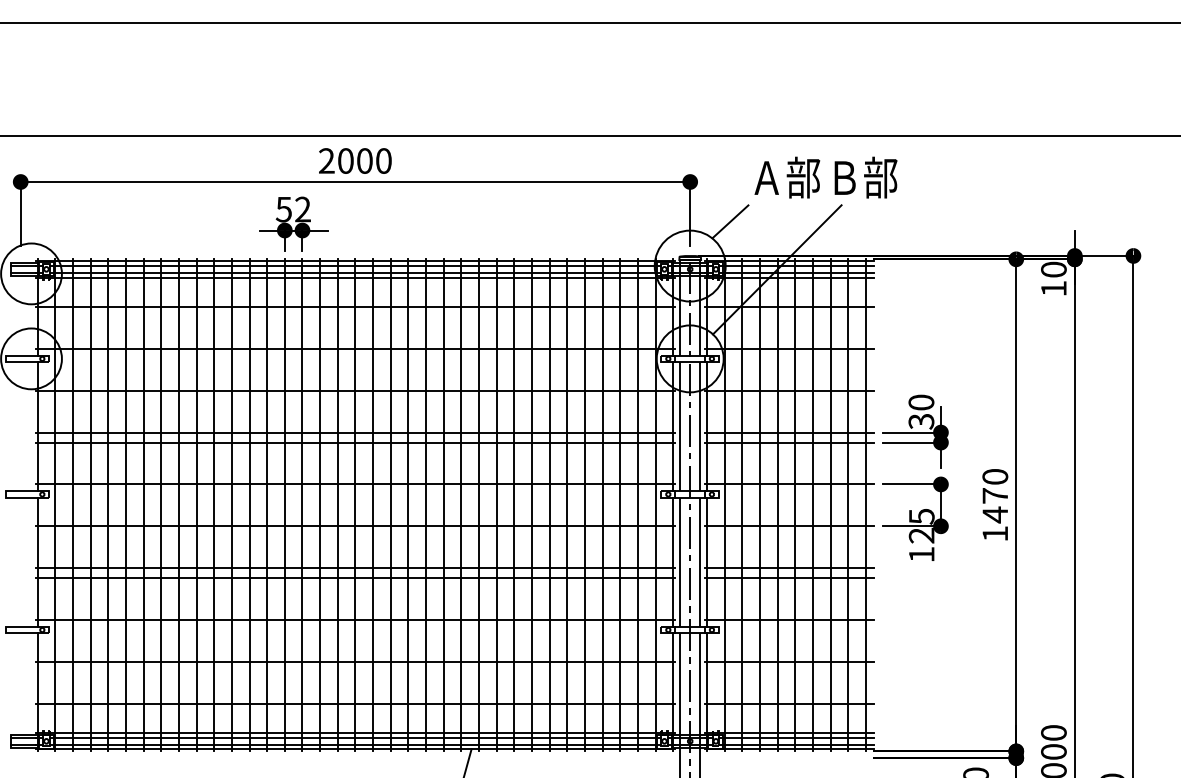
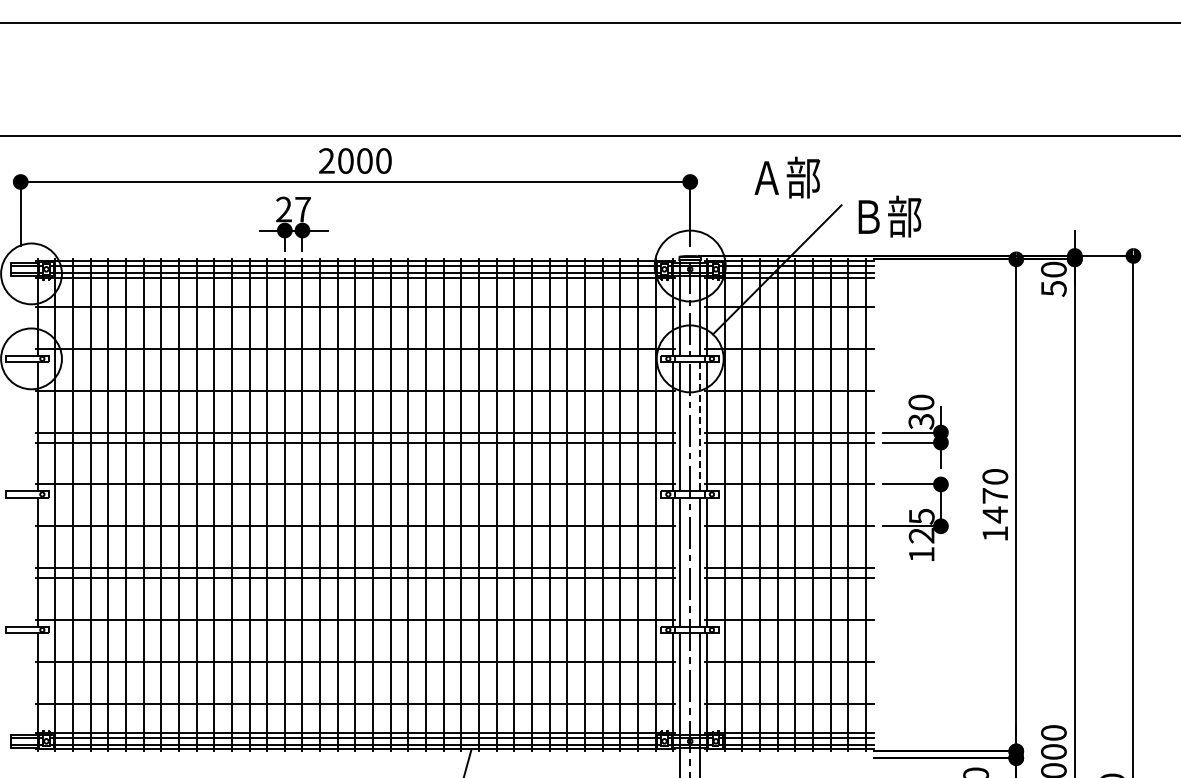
text at (865, 177) position: (865, 177) -> (889, 216)
text at (292, 209): 52 -> 27
line at (730, 221): present -> none
text at (1053, 288): 10 -> 50
line at (700, 427): solid -> dashed
